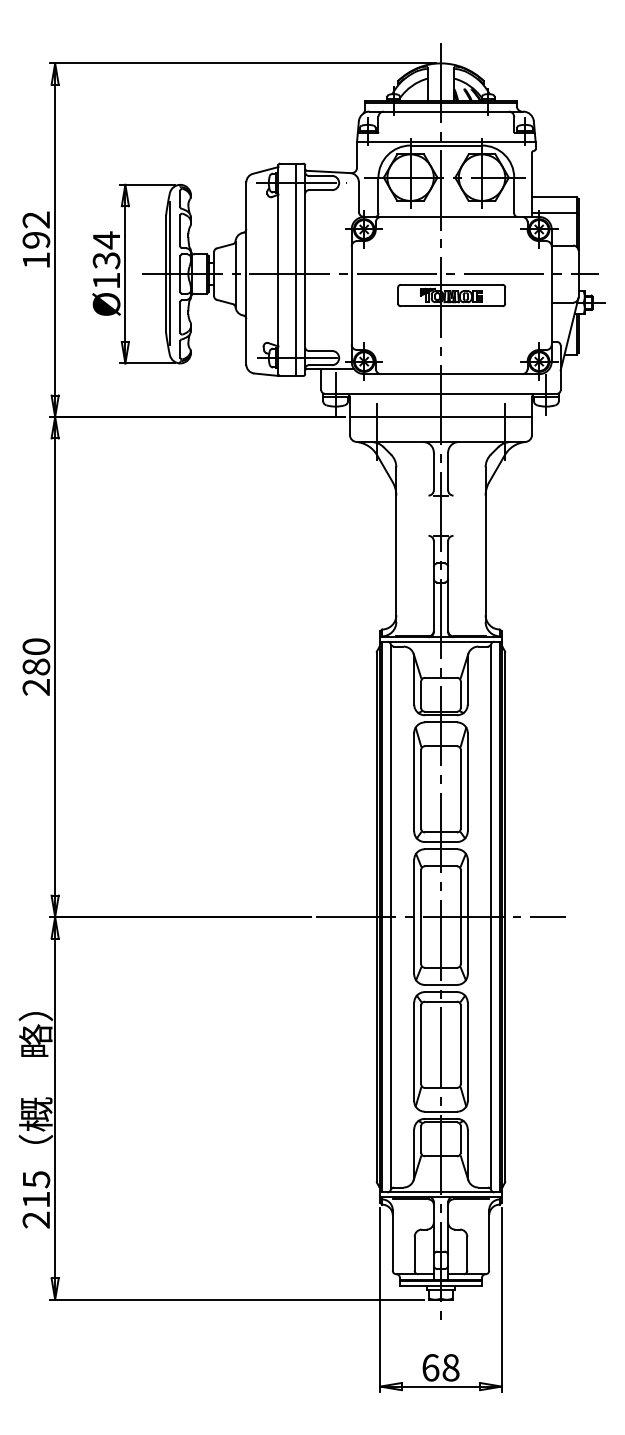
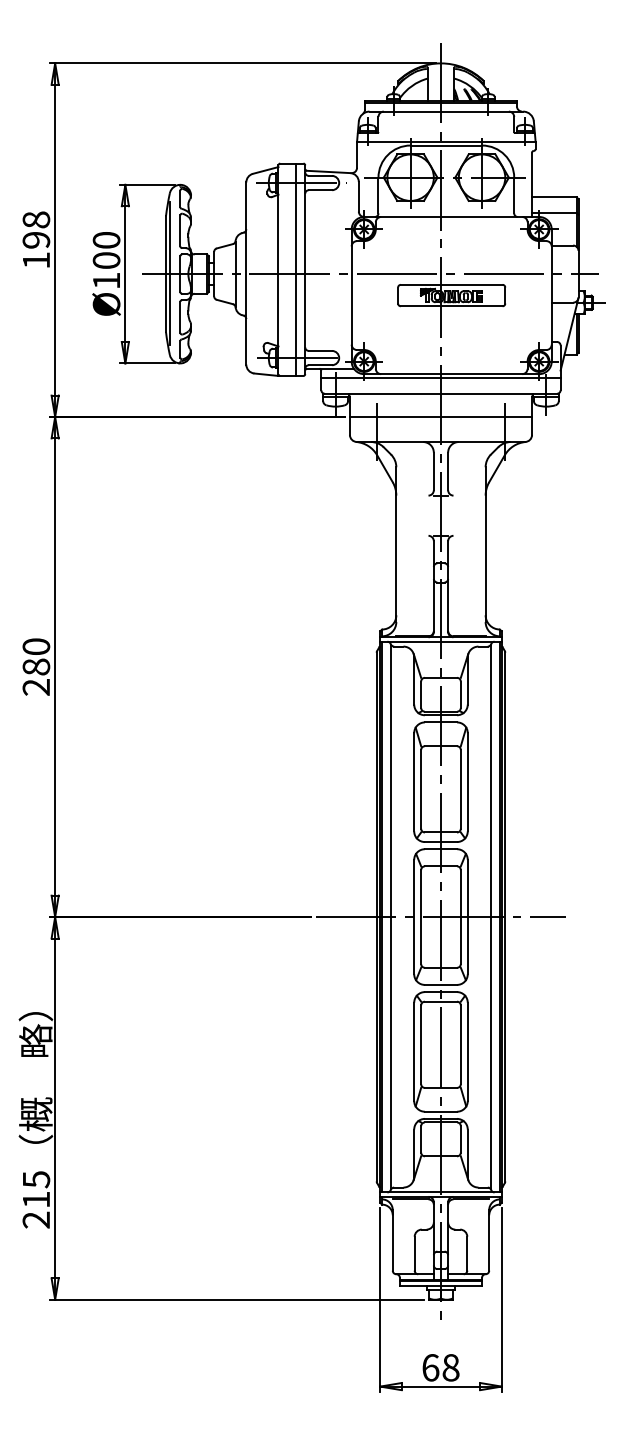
text at (36, 219): 192 -> 198
text at (106, 250): Ø134 -> Ø100
line at (440, 377): none -> present
